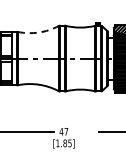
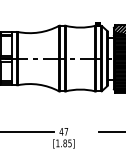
arc at (38, 32): dashed -> solid
